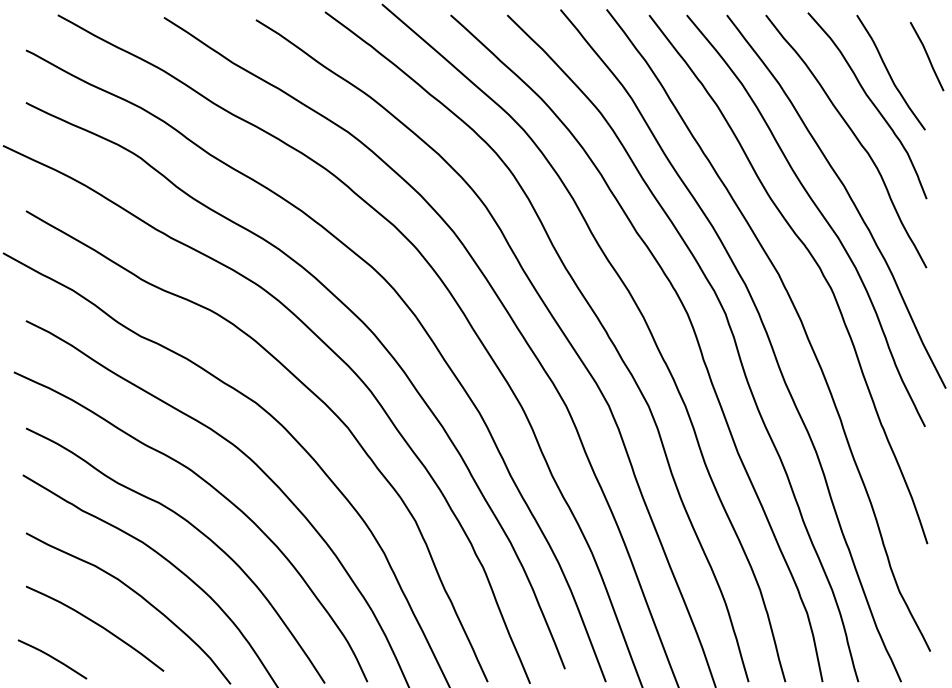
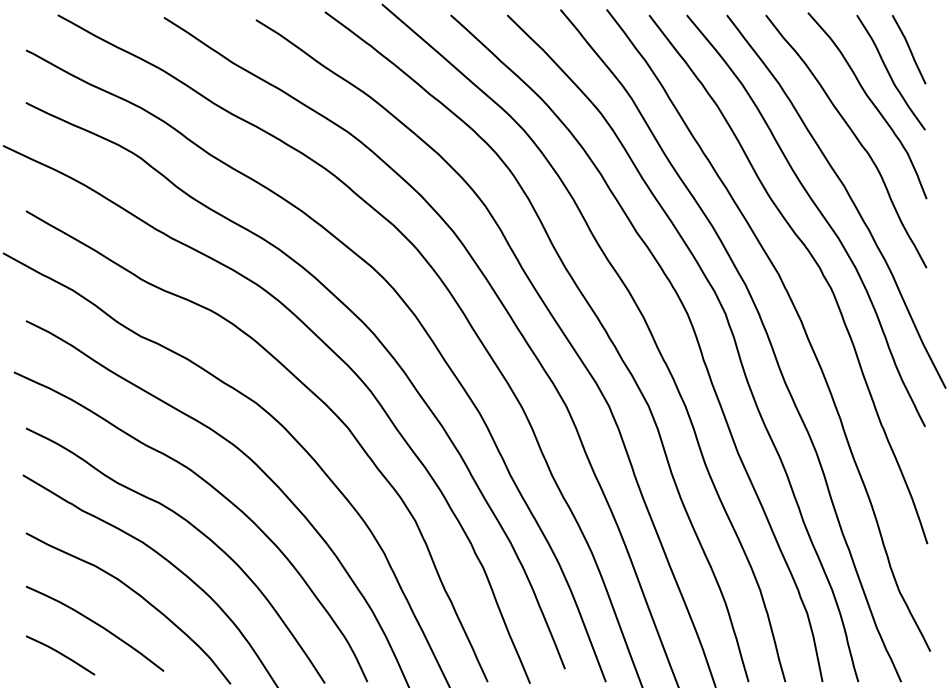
line at (926, 55) position: (926, 55) -> (908, 48)
curve at (52, 658) position: (52, 658) -> (60, 654)
